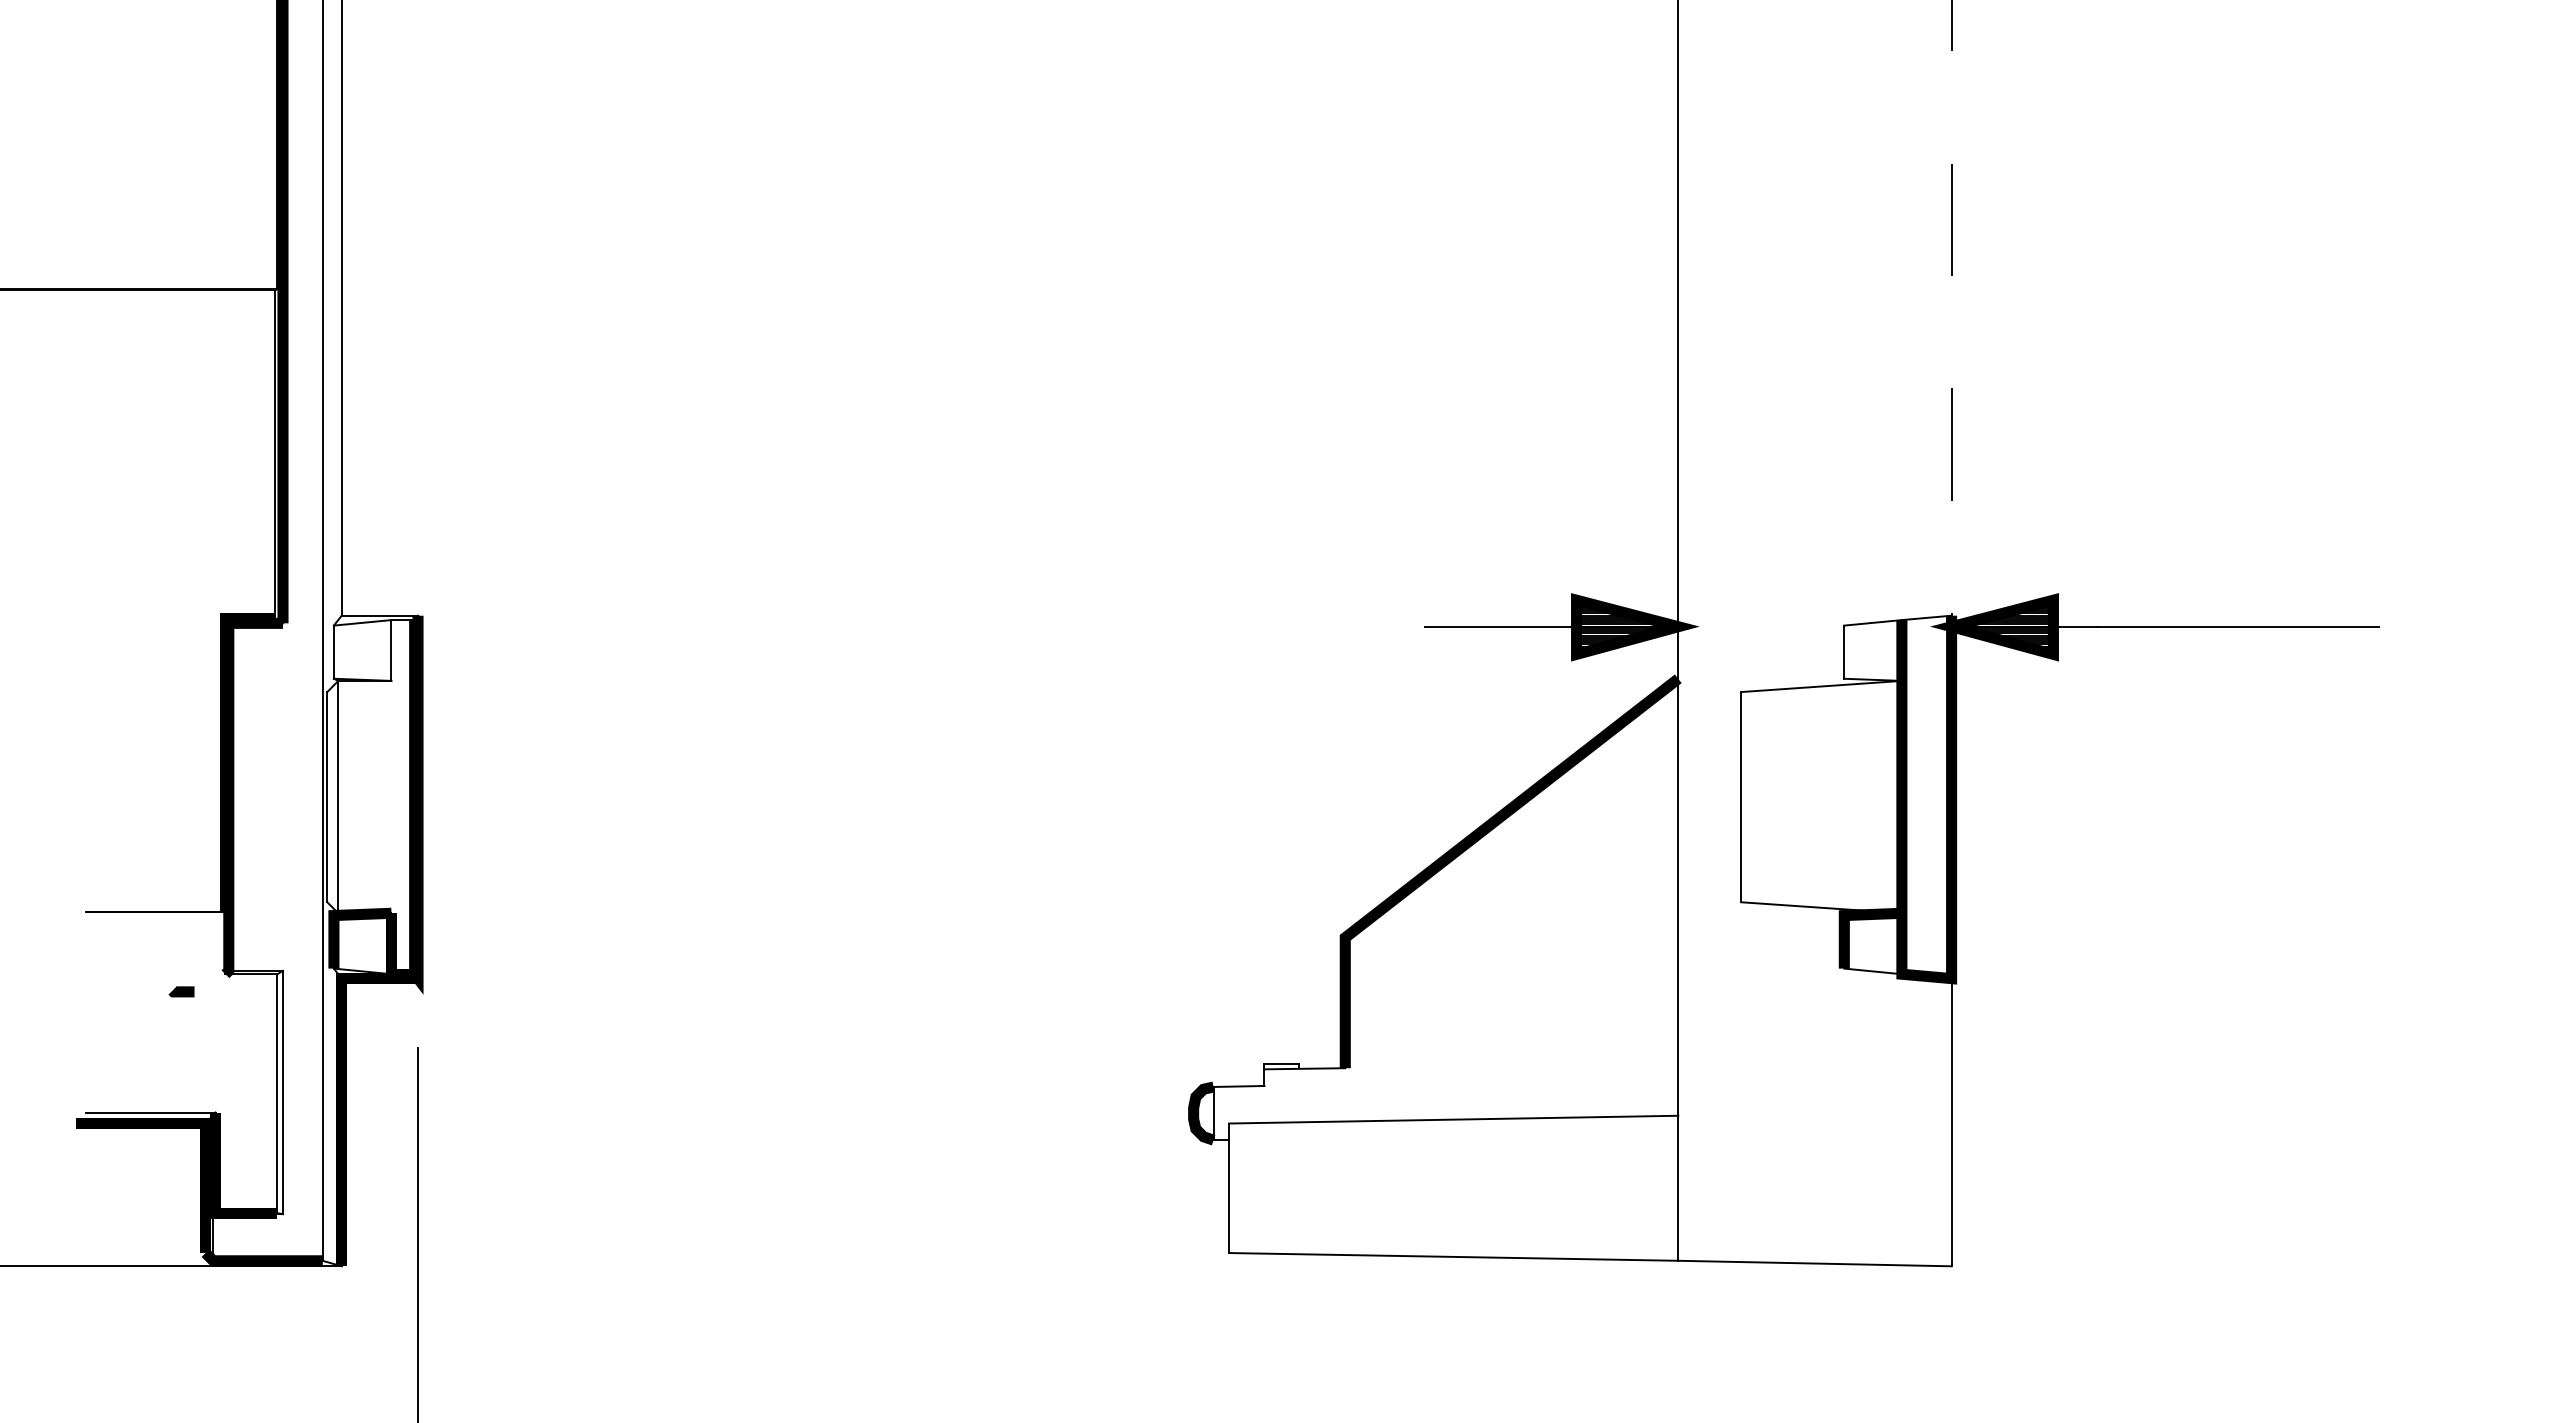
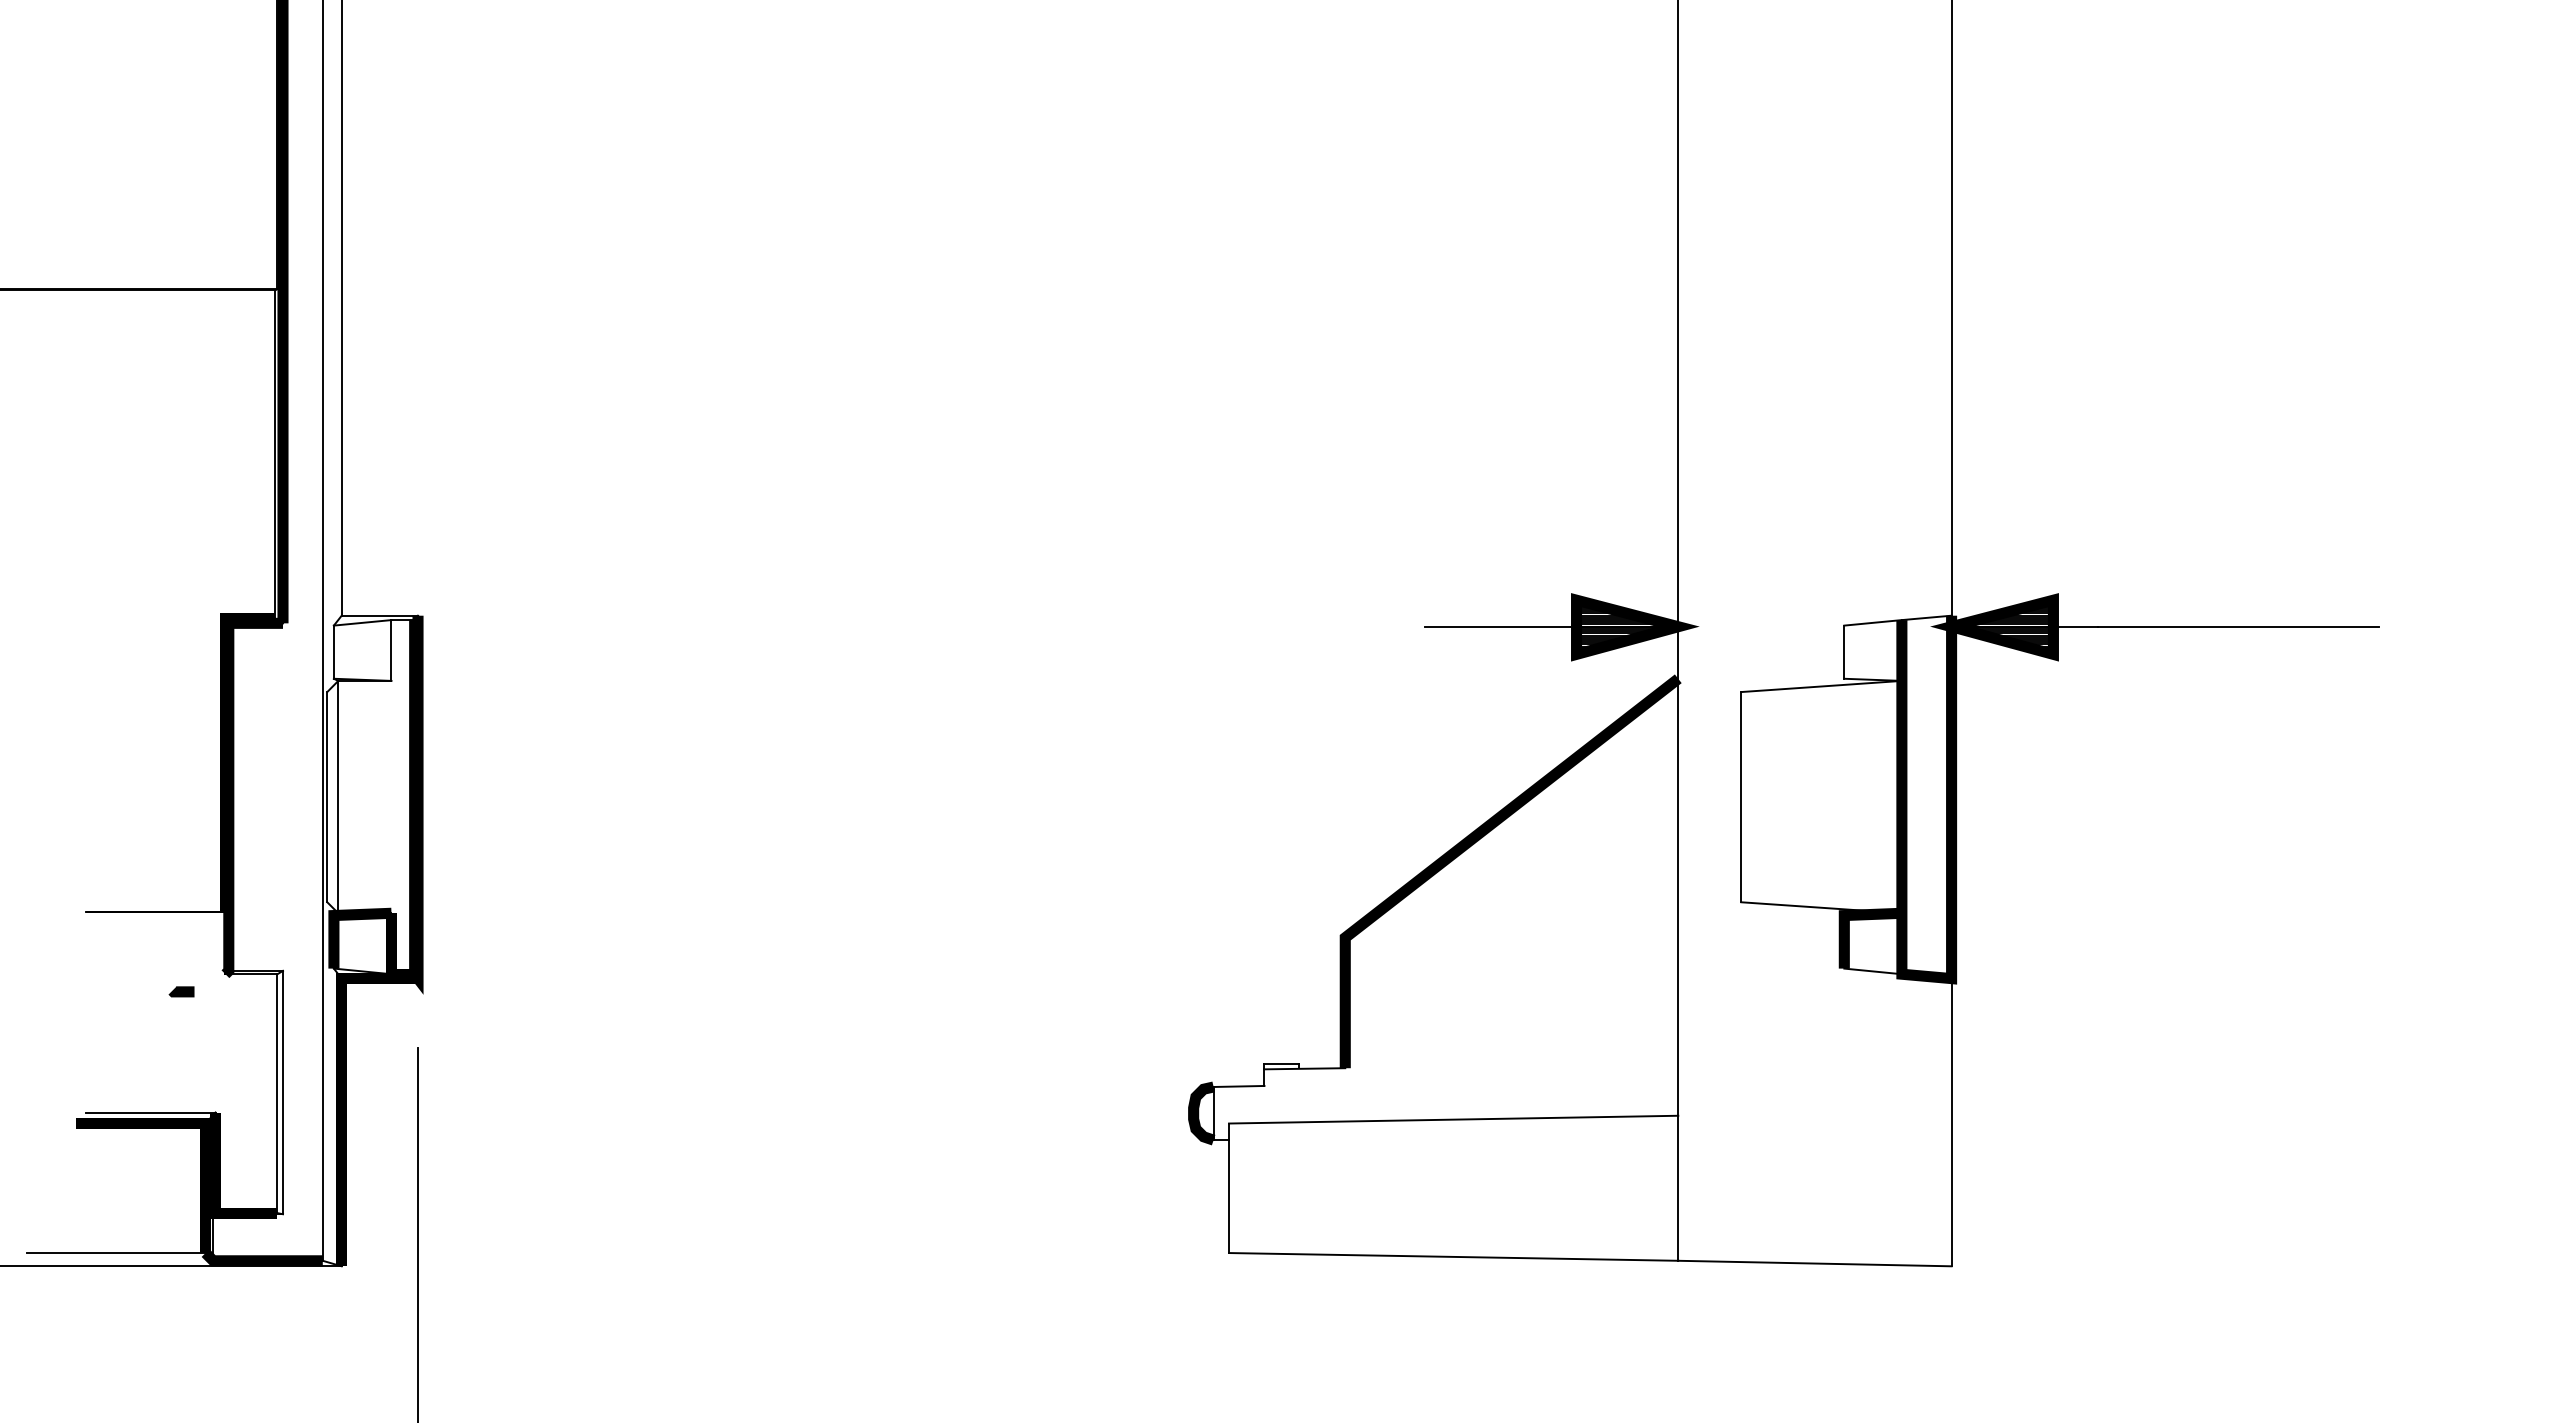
line at (1951, 308): dashed -> solid
line at (116, 1253): none -> present
